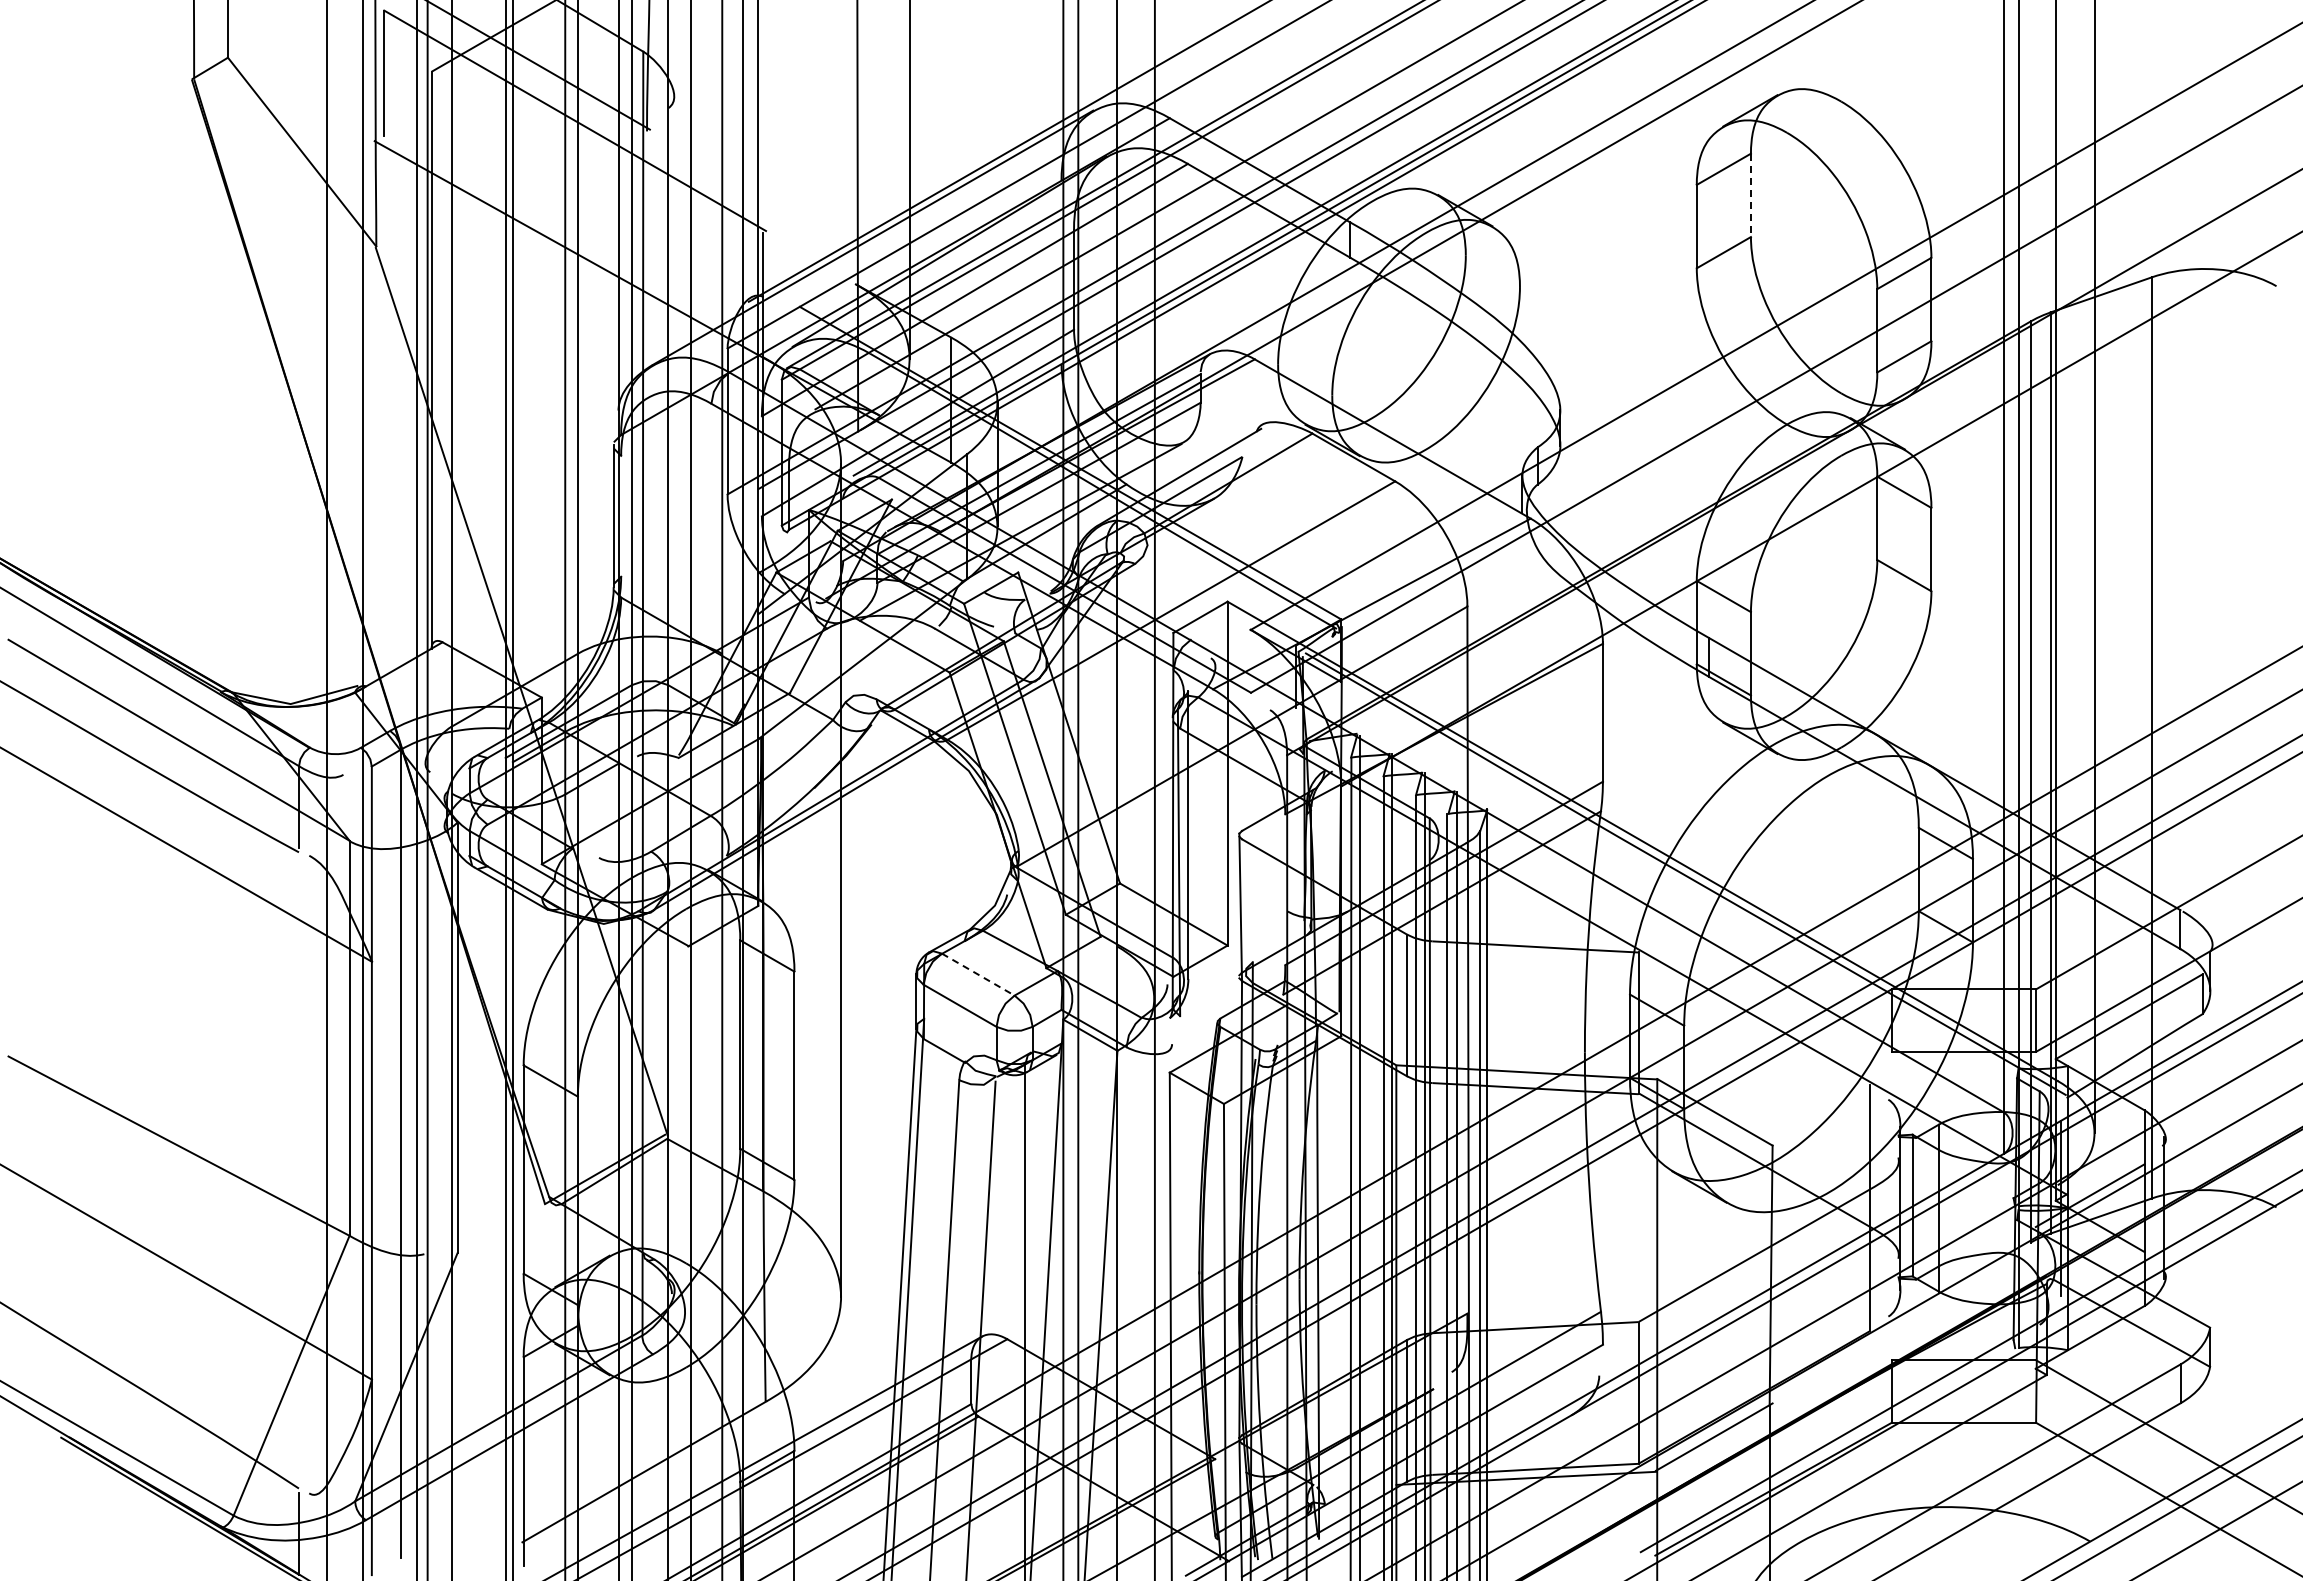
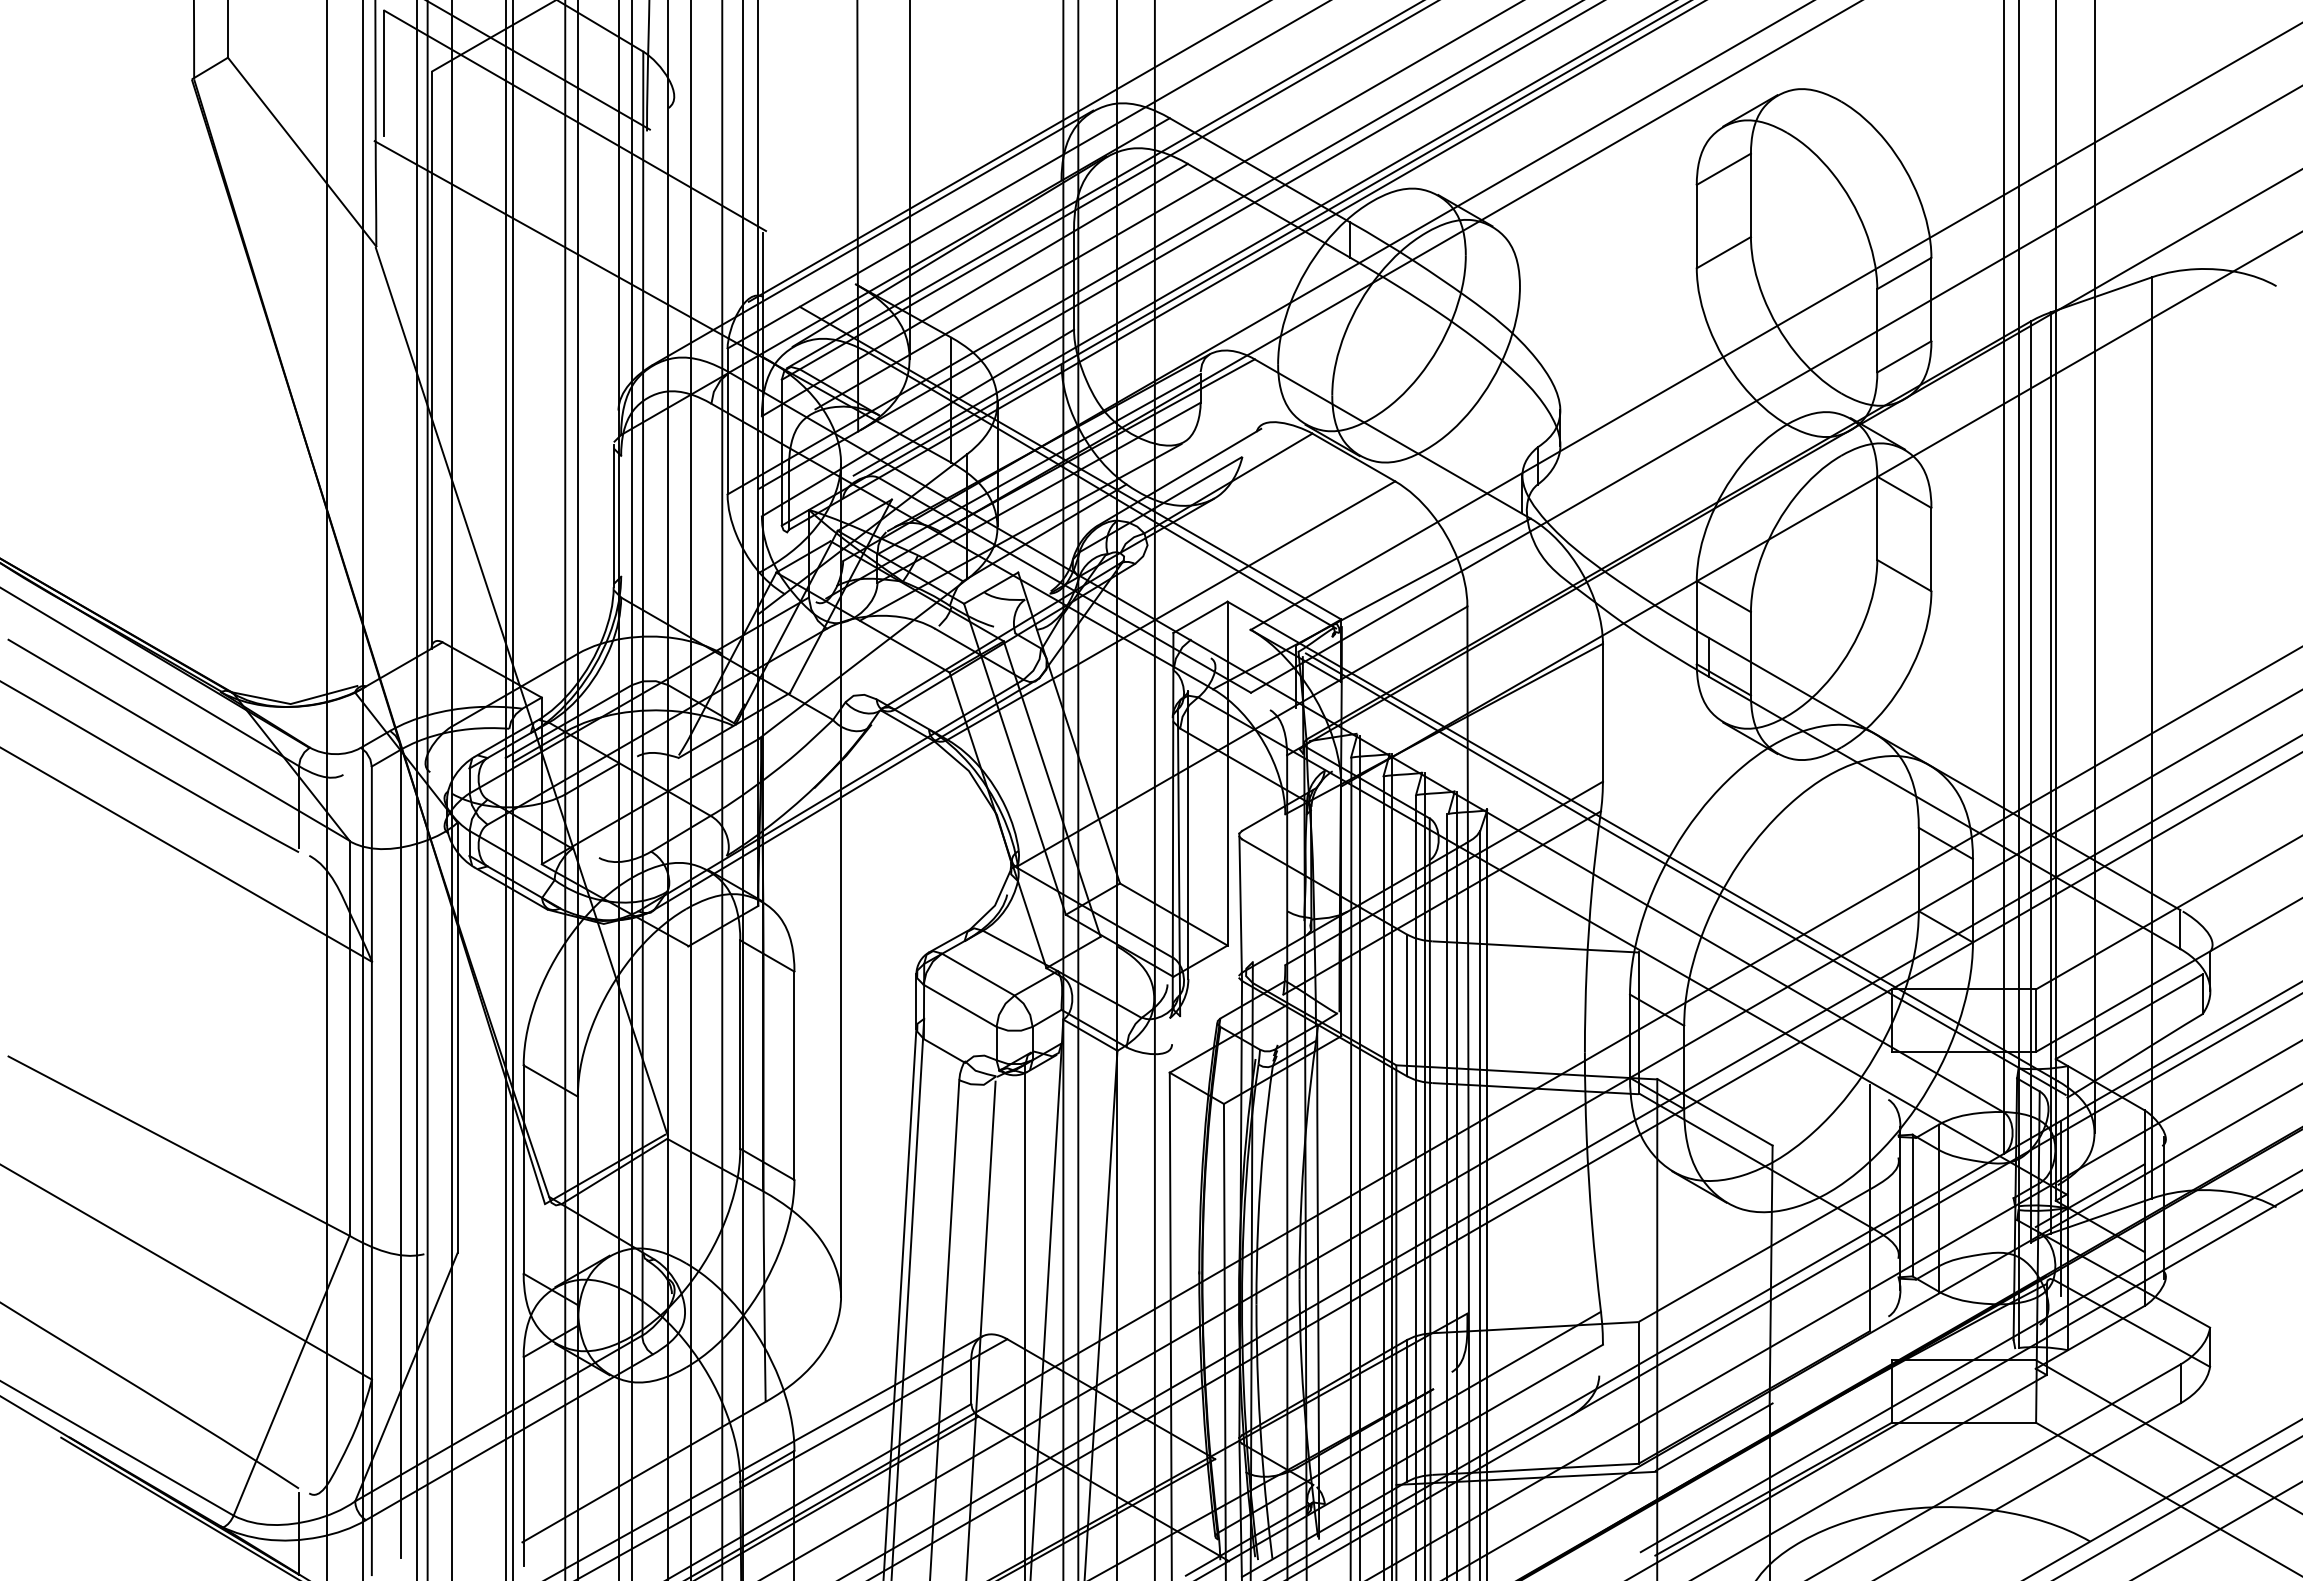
line at (1750, 195): dashed -> solid
line at (978, 974): dashed -> solid
